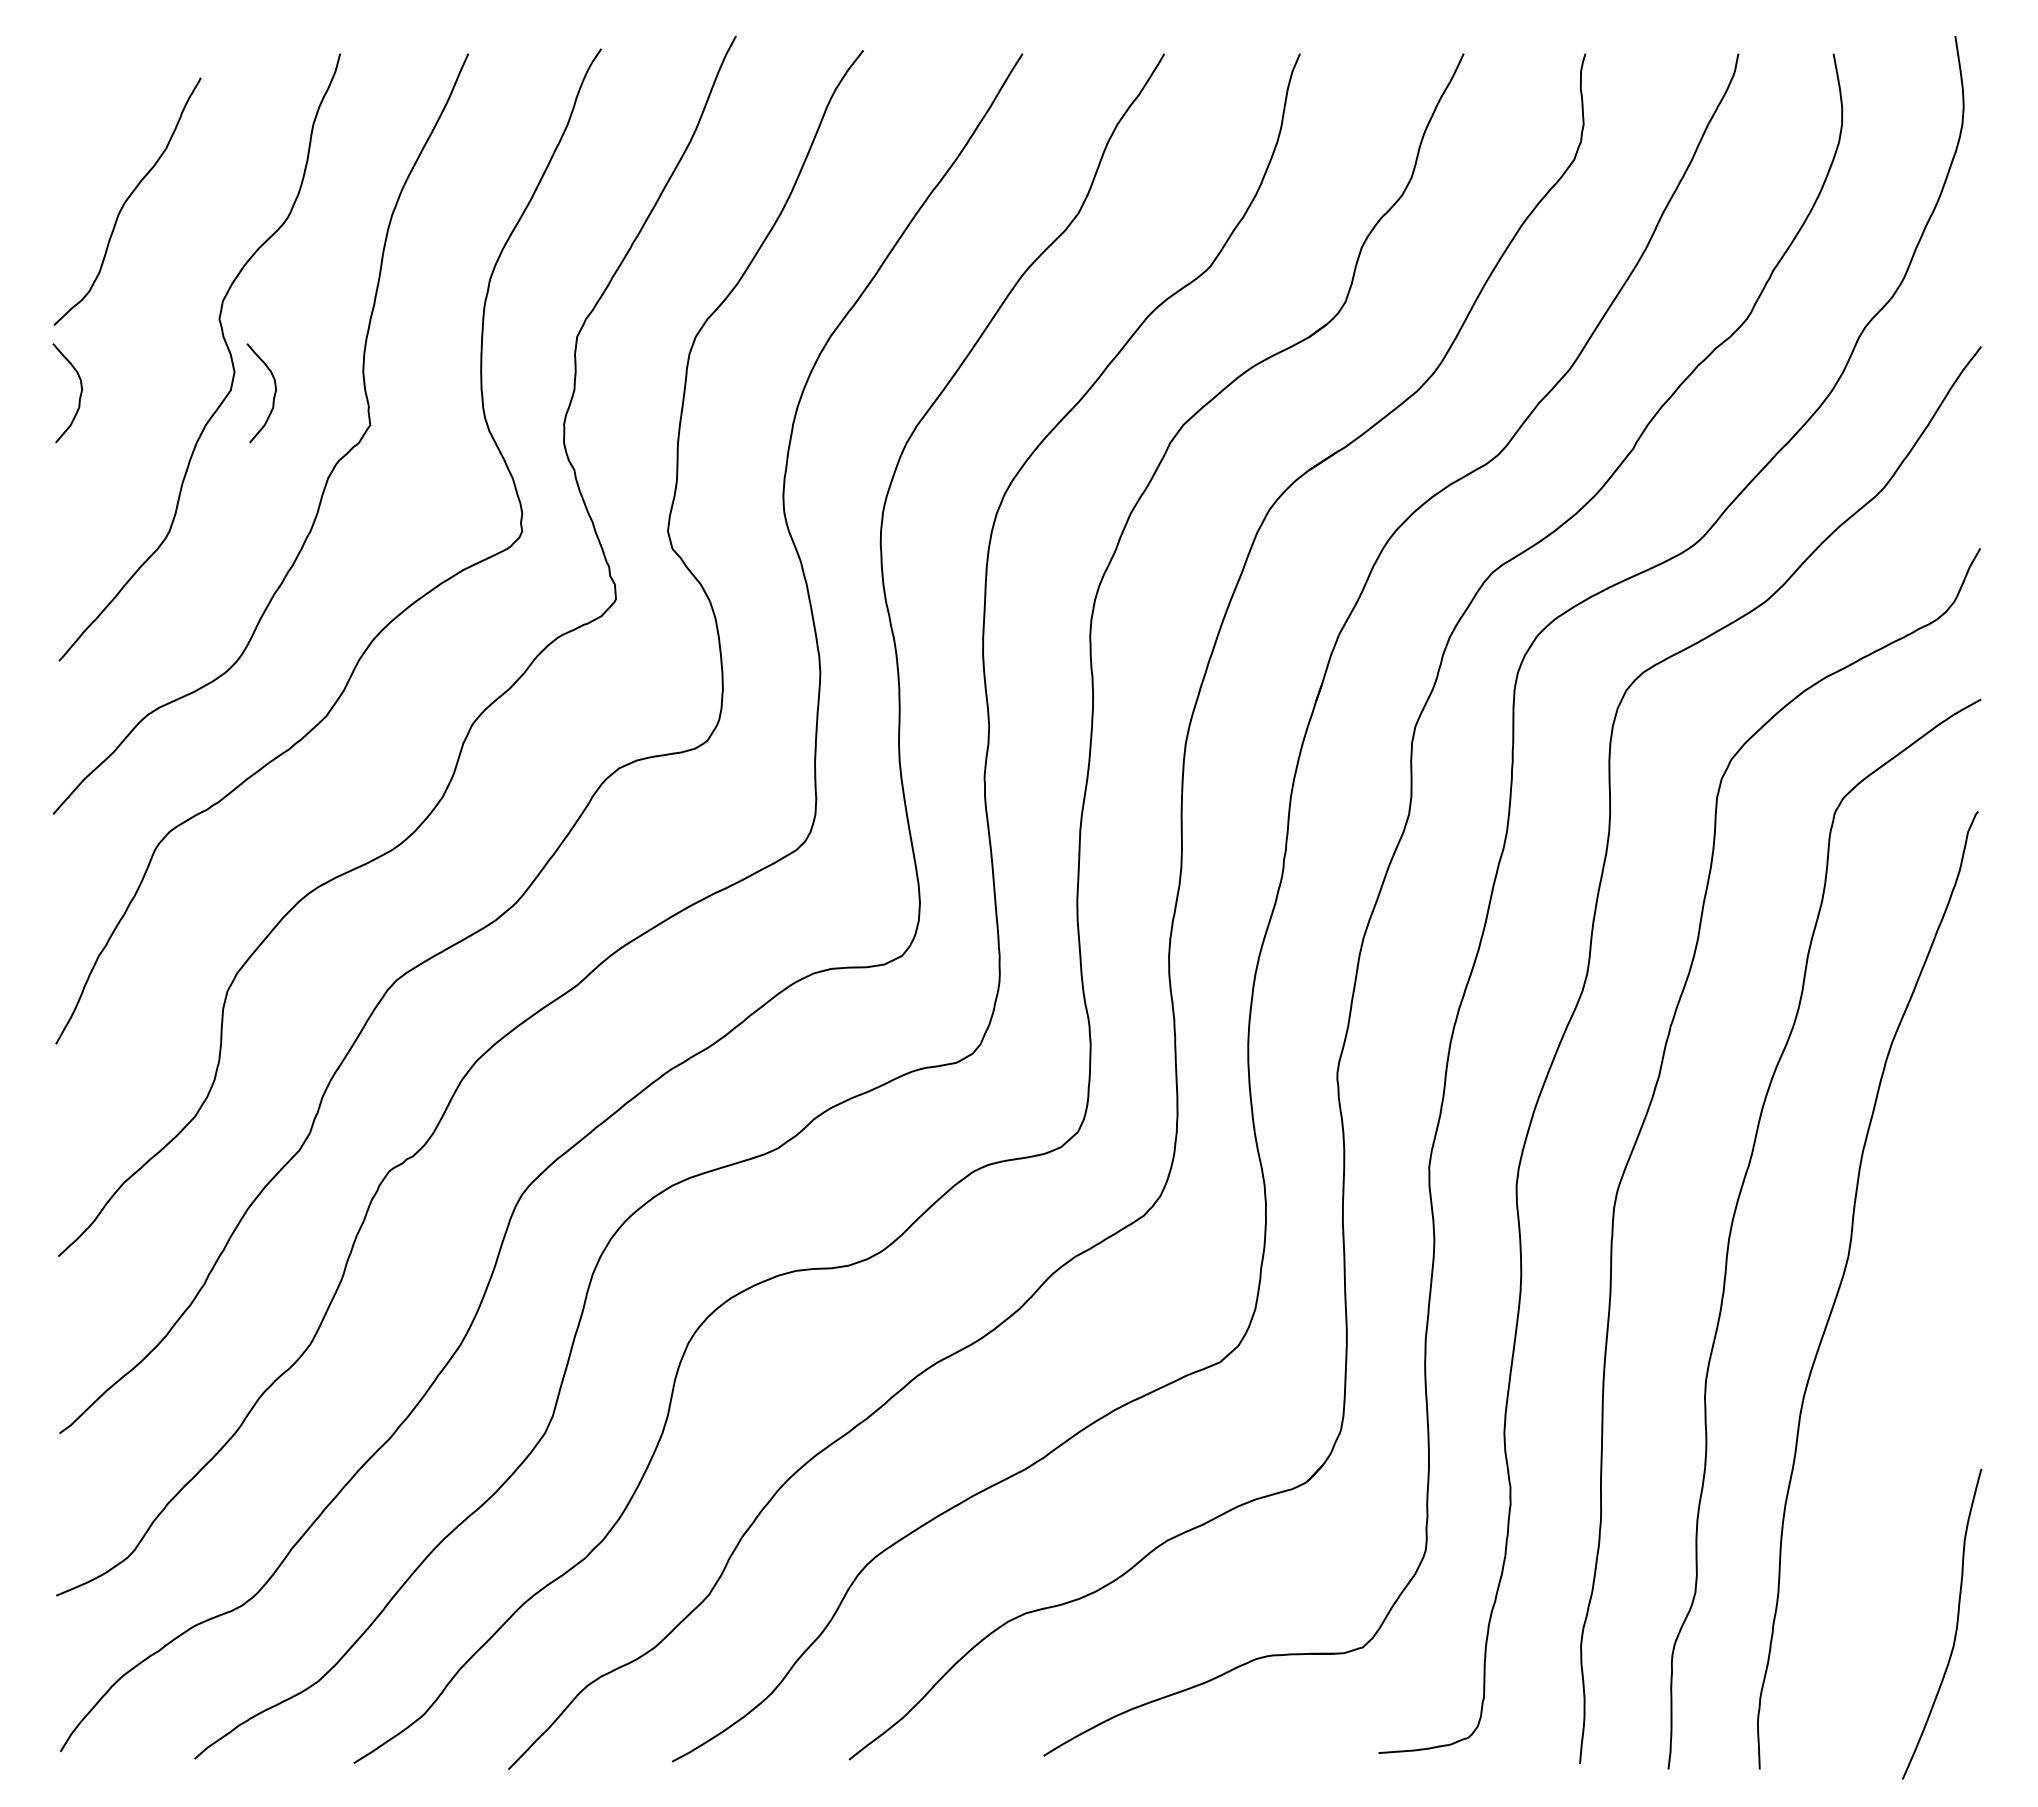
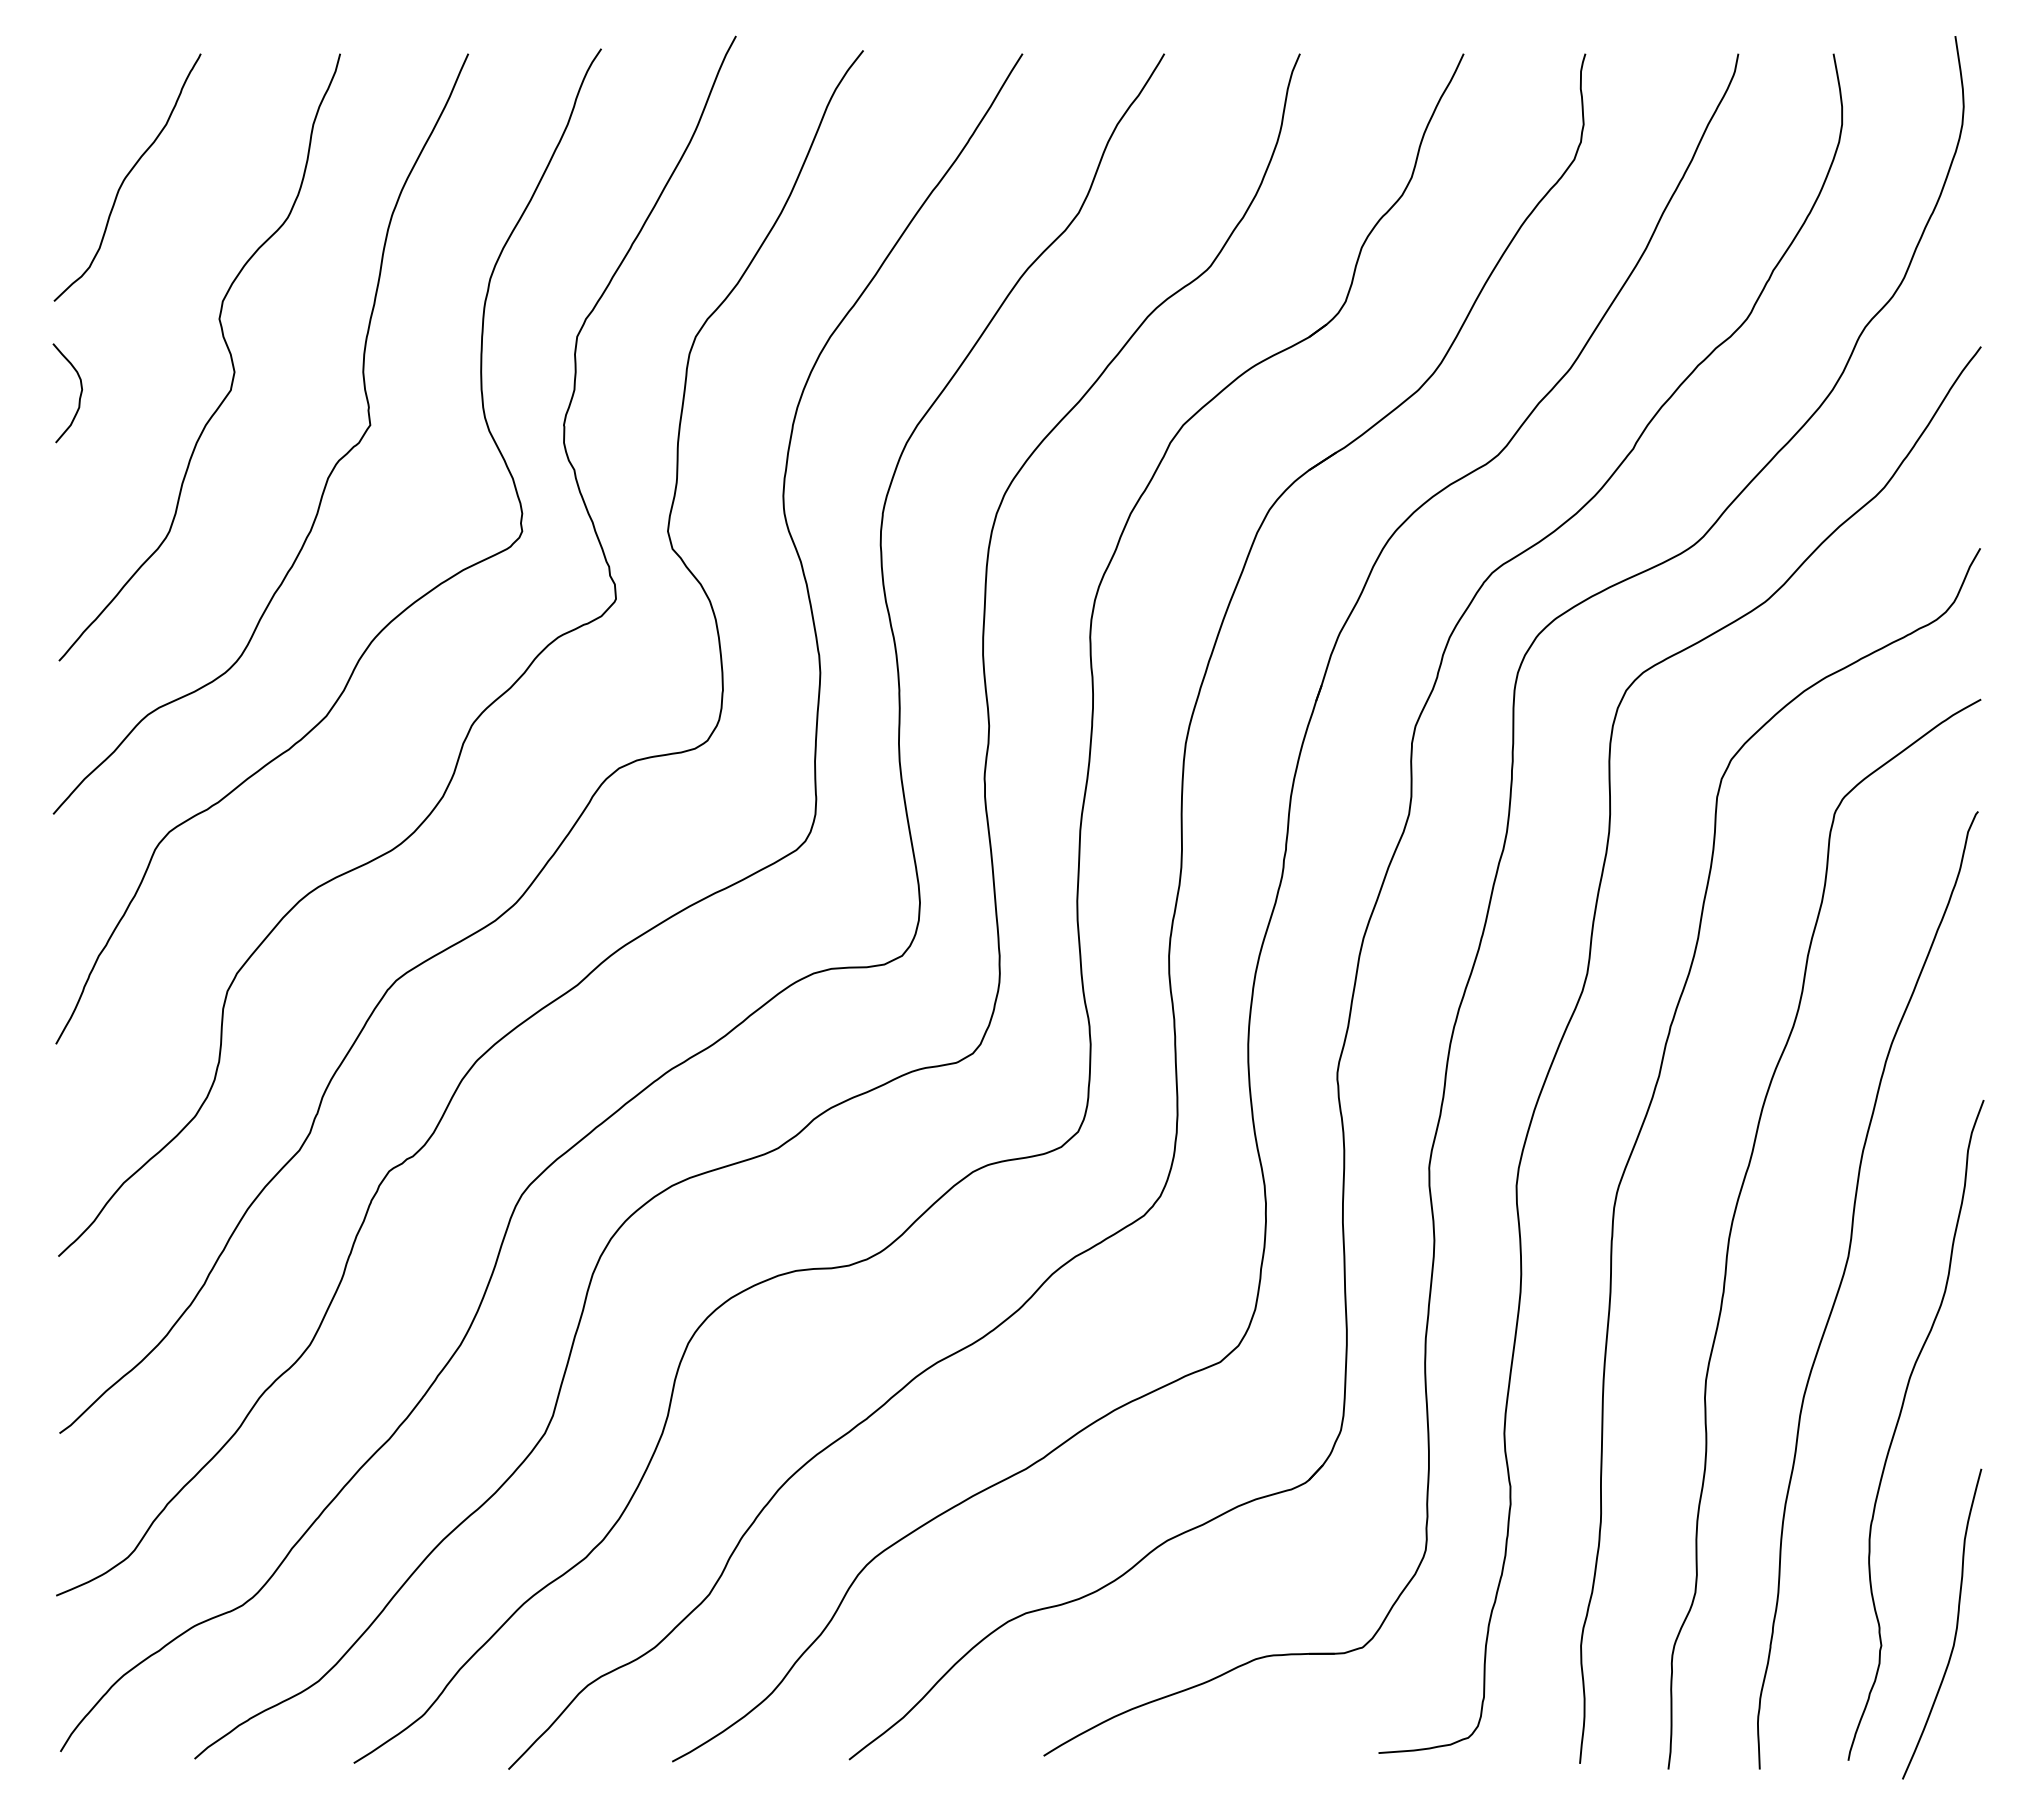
curve at (127, 200) position: (127, 200) -> (127, 176)
curve at (273, 395): present -> none
curve at (1898, 1423): none -> present
